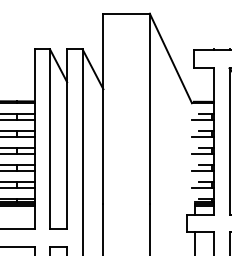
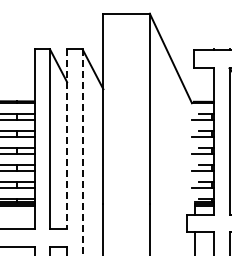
line at (67, 139): solid -> dashed
line at (82, 152): solid -> dashed
